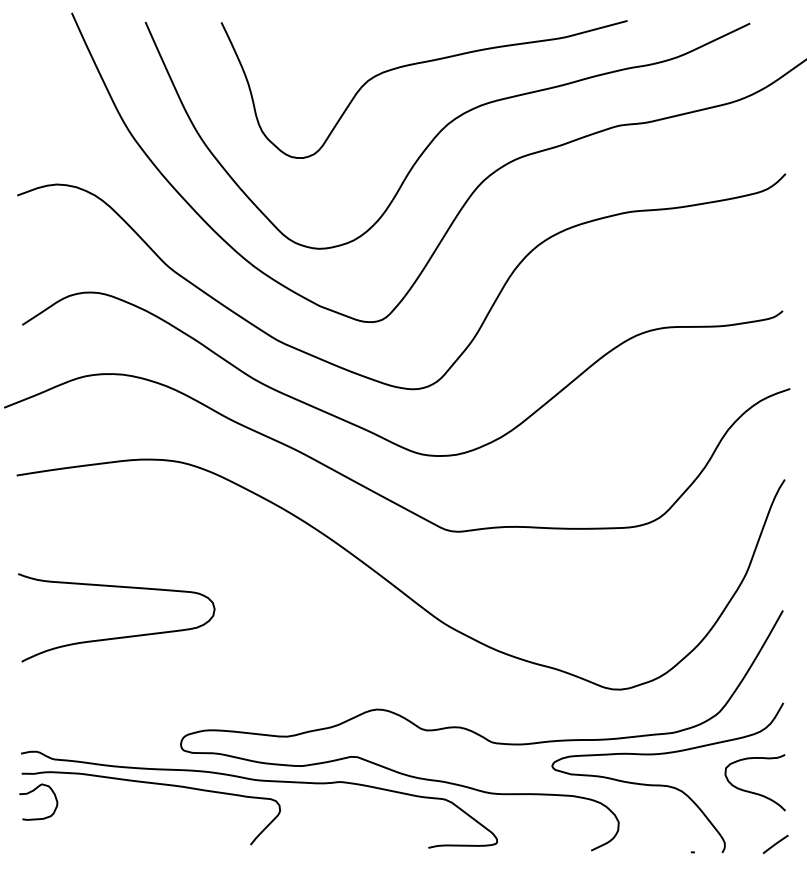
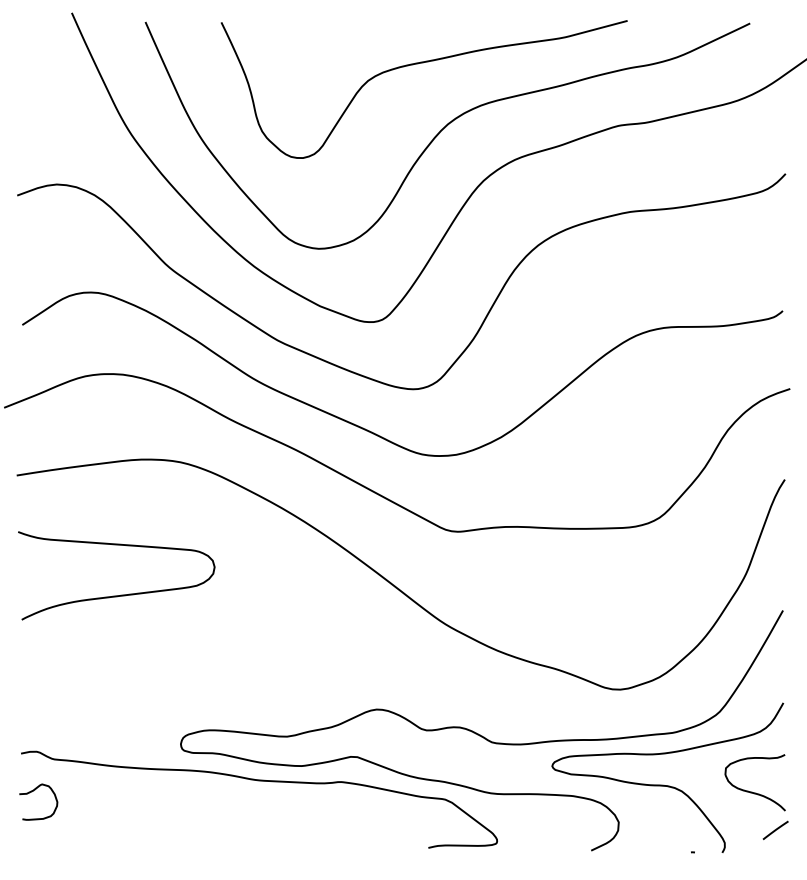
curve at (120, 636) position: (120, 636) -> (120, 594)
curve at (153, 784): present -> none
line at (775, 844) position: (775, 844) -> (775, 830)
